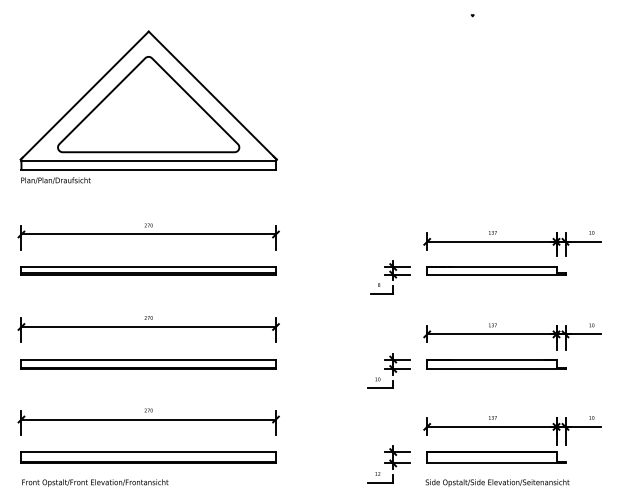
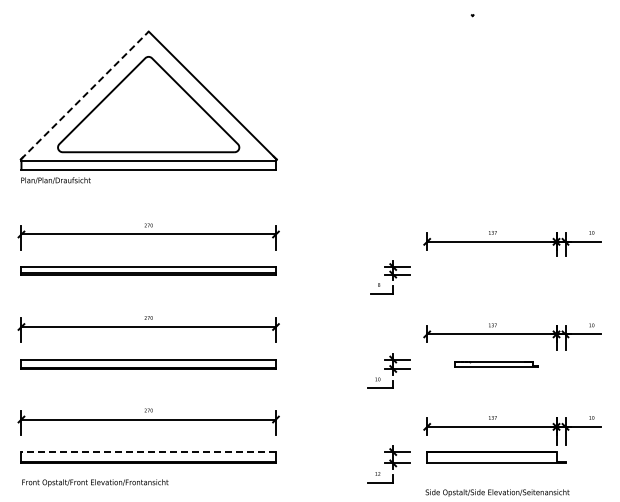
line at (85, 95): solid -> dashed
part at (496, 270): present -> none
part at (496, 364) size: 141x11 px -> 85x7 px
line at (148, 452): solid -> dashed
text at (497, 482) position: (497, 482) -> (497, 492)
